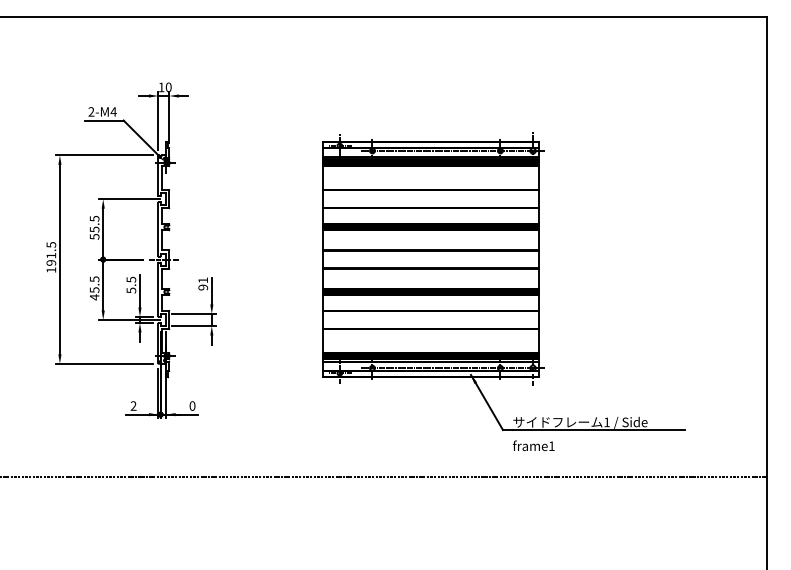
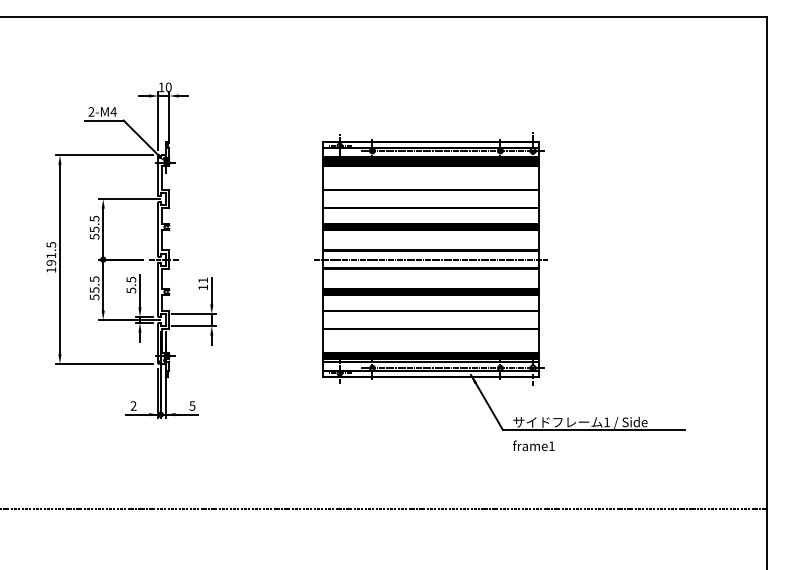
line at (430, 259): none -> present
text at (203, 287): 91 -> 11
text at (94, 297): 45.5 -> 55.5
text at (192, 405): 0 -> 5
line at (384, 476) position: (384, 476) -> (384, 508)
